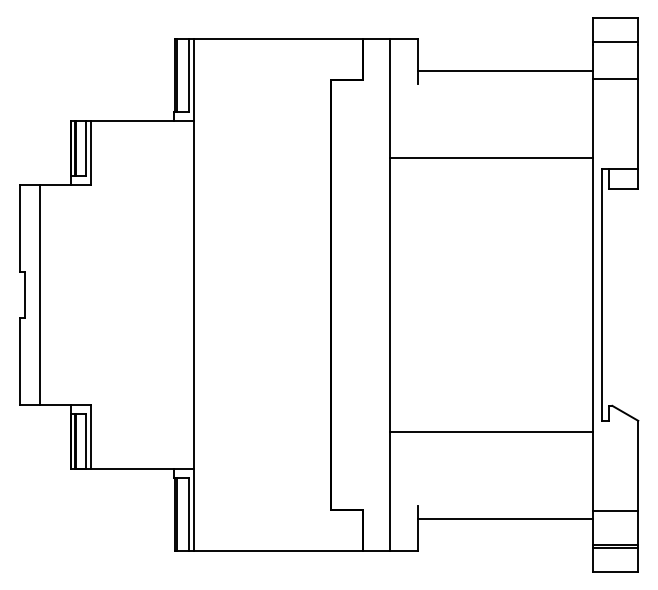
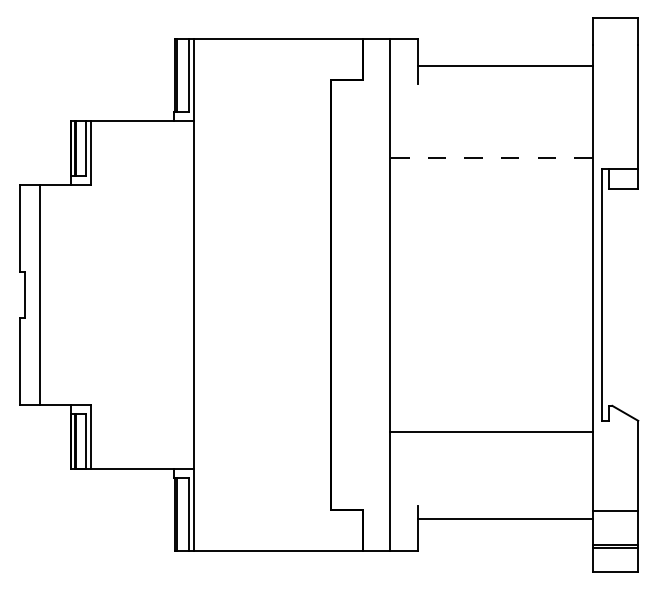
line at (615, 42): present -> none
line at (504, 70) position: (504, 70) -> (504, 65)
line at (615, 79): present -> none
line at (490, 157): solid -> dashed
